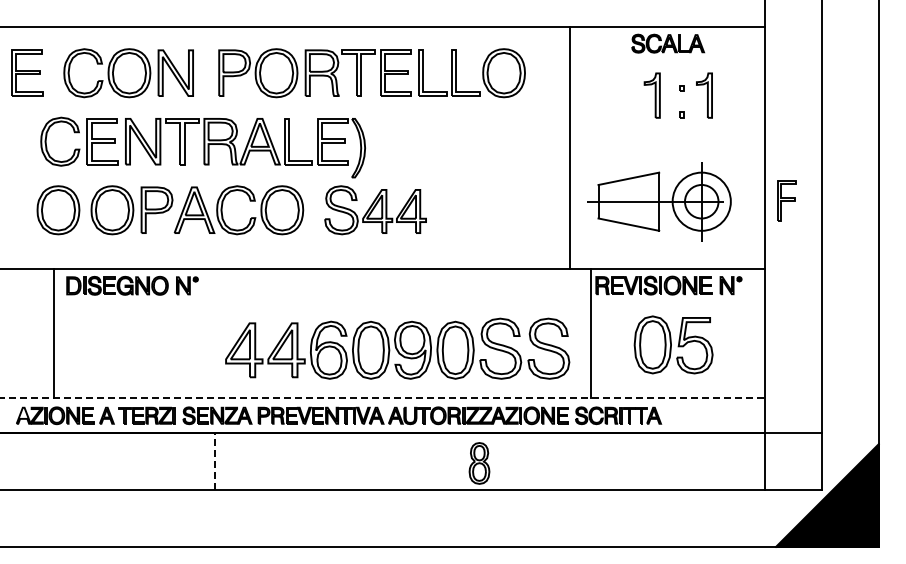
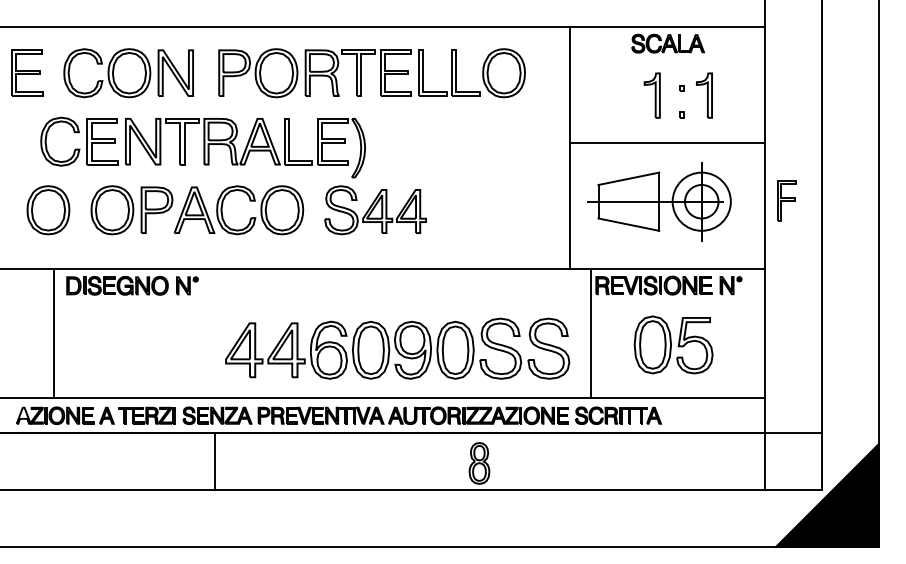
line at (667, 142): none -> present
part at (58, 210) position: (58, 210) -> (48, 210)
line at (382, 398): dashed -> solid
line at (214, 461): dashed -> solid
